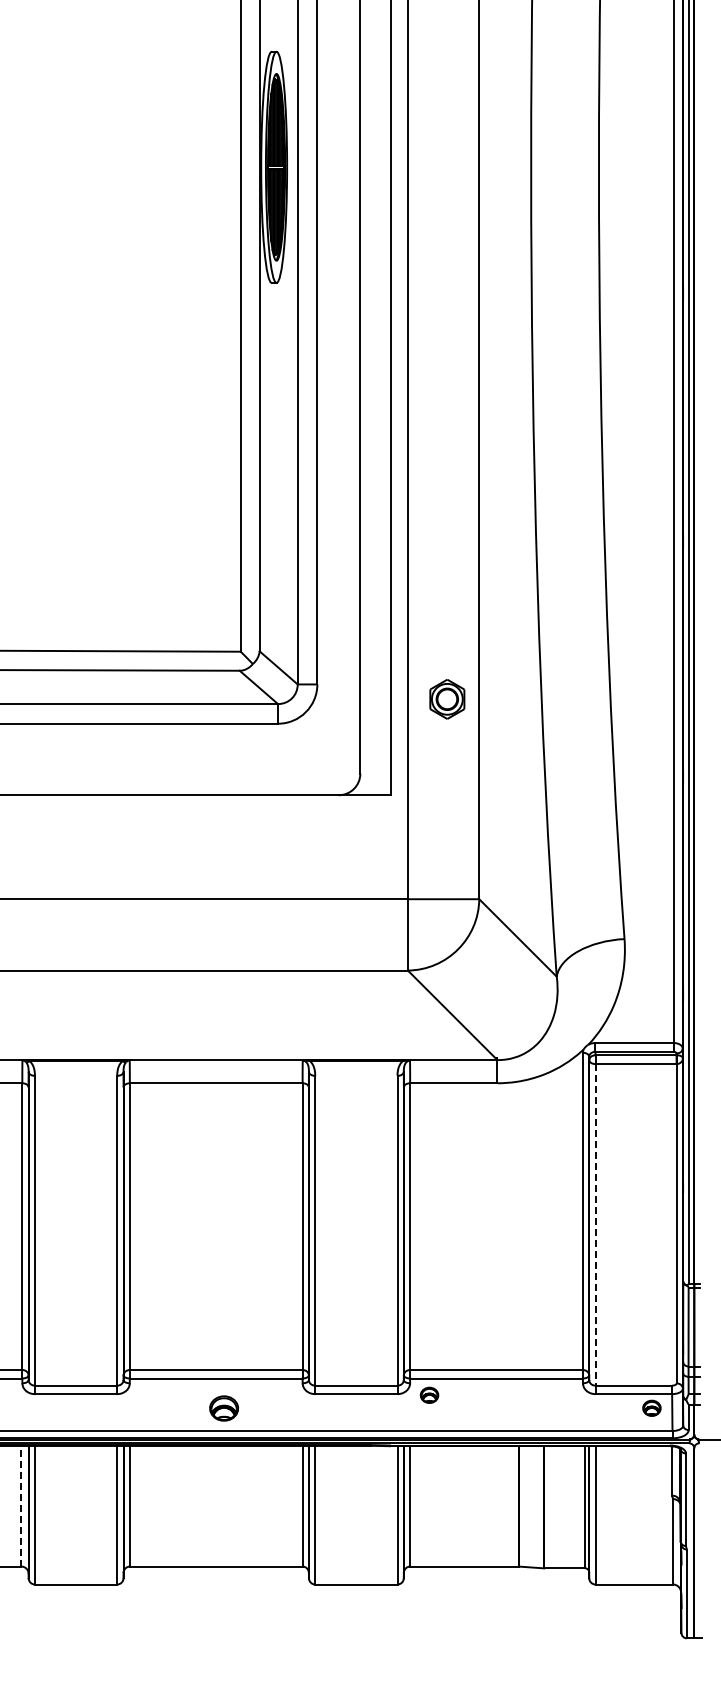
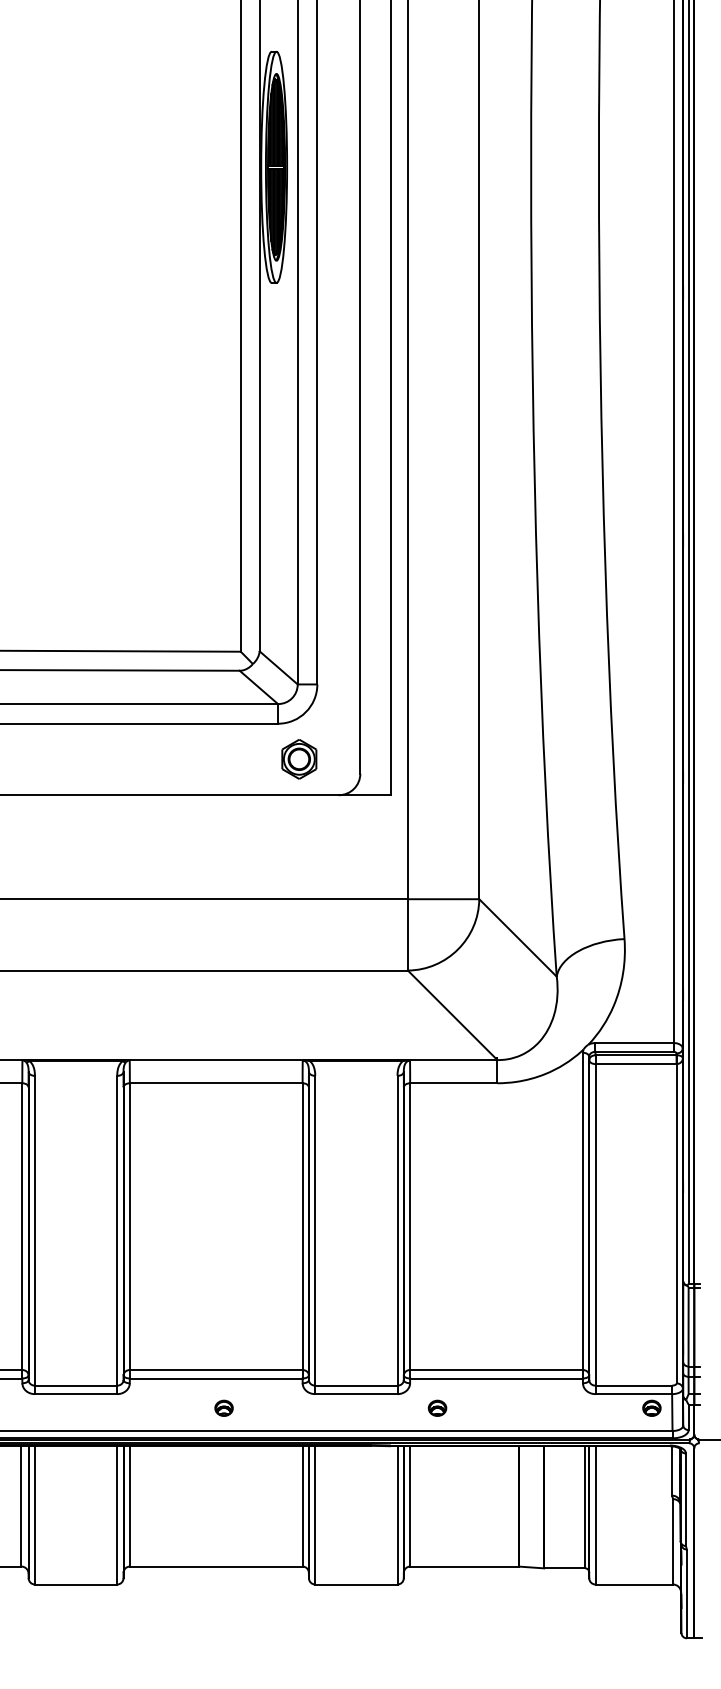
part at (447, 699) position: (447, 699) -> (299, 759)
line at (595, 1224): dashed -> solid
part at (429, 1394) position: (429, 1394) -> (437, 1407)
part at (223, 1408) size: 30x27 px -> 20x18 px
line at (21, 1505): dashed -> solid
